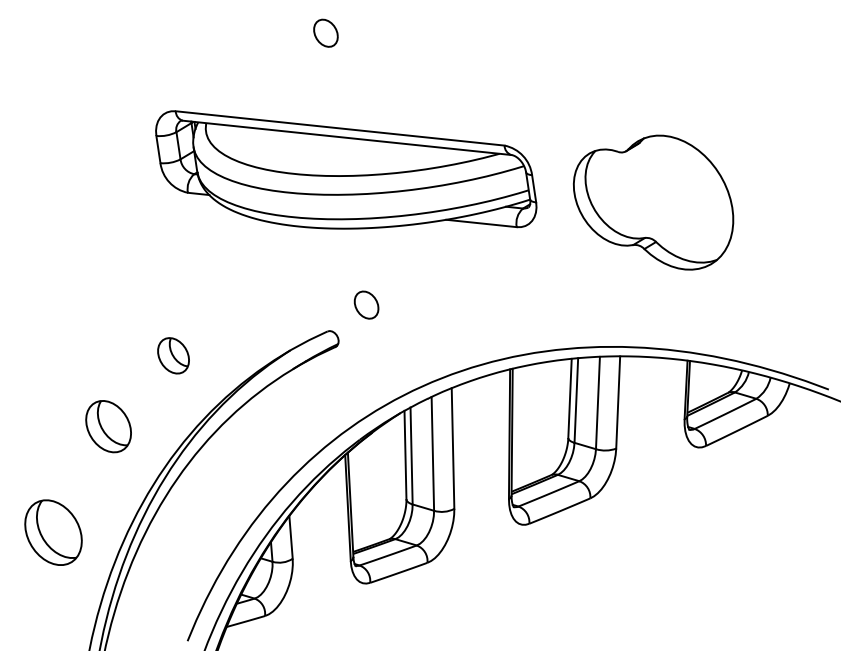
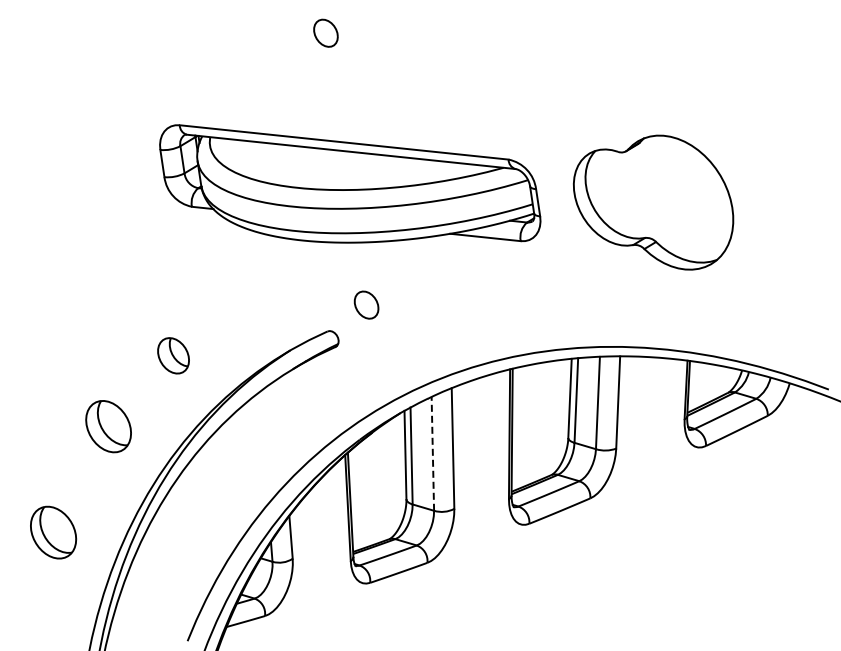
part at (346, 169) position: (346, 169) -> (350, 183)
line at (432, 453): solid -> dashed
part at (53, 532) size: 59x67 px -> 48x55 px
